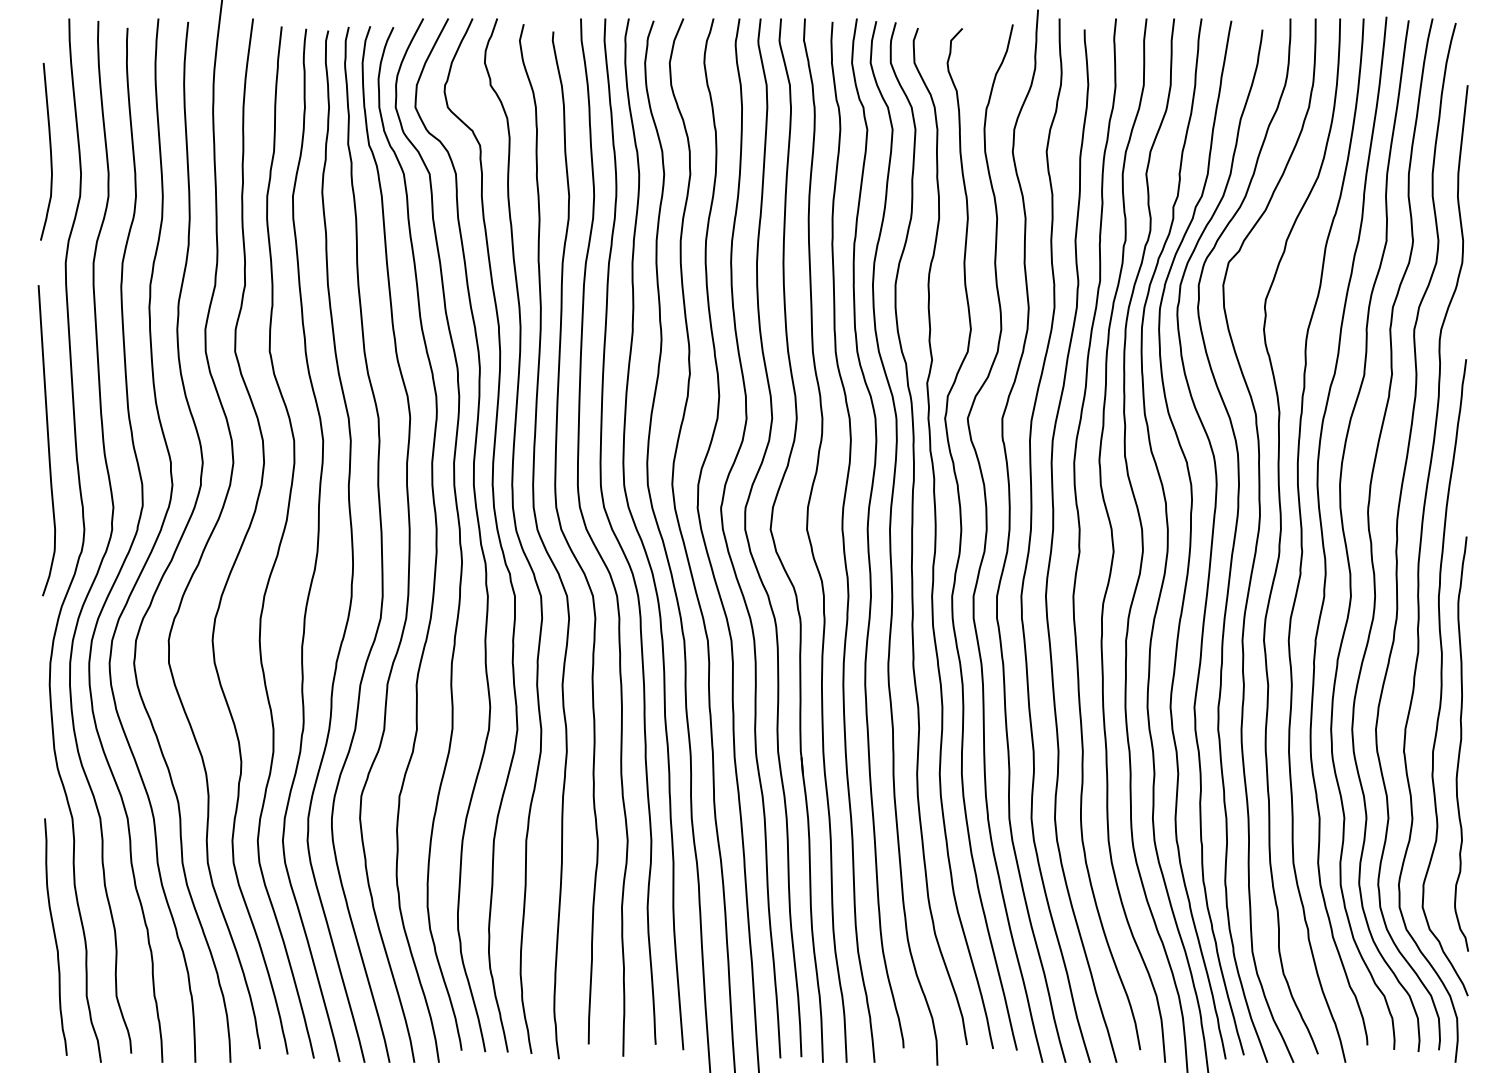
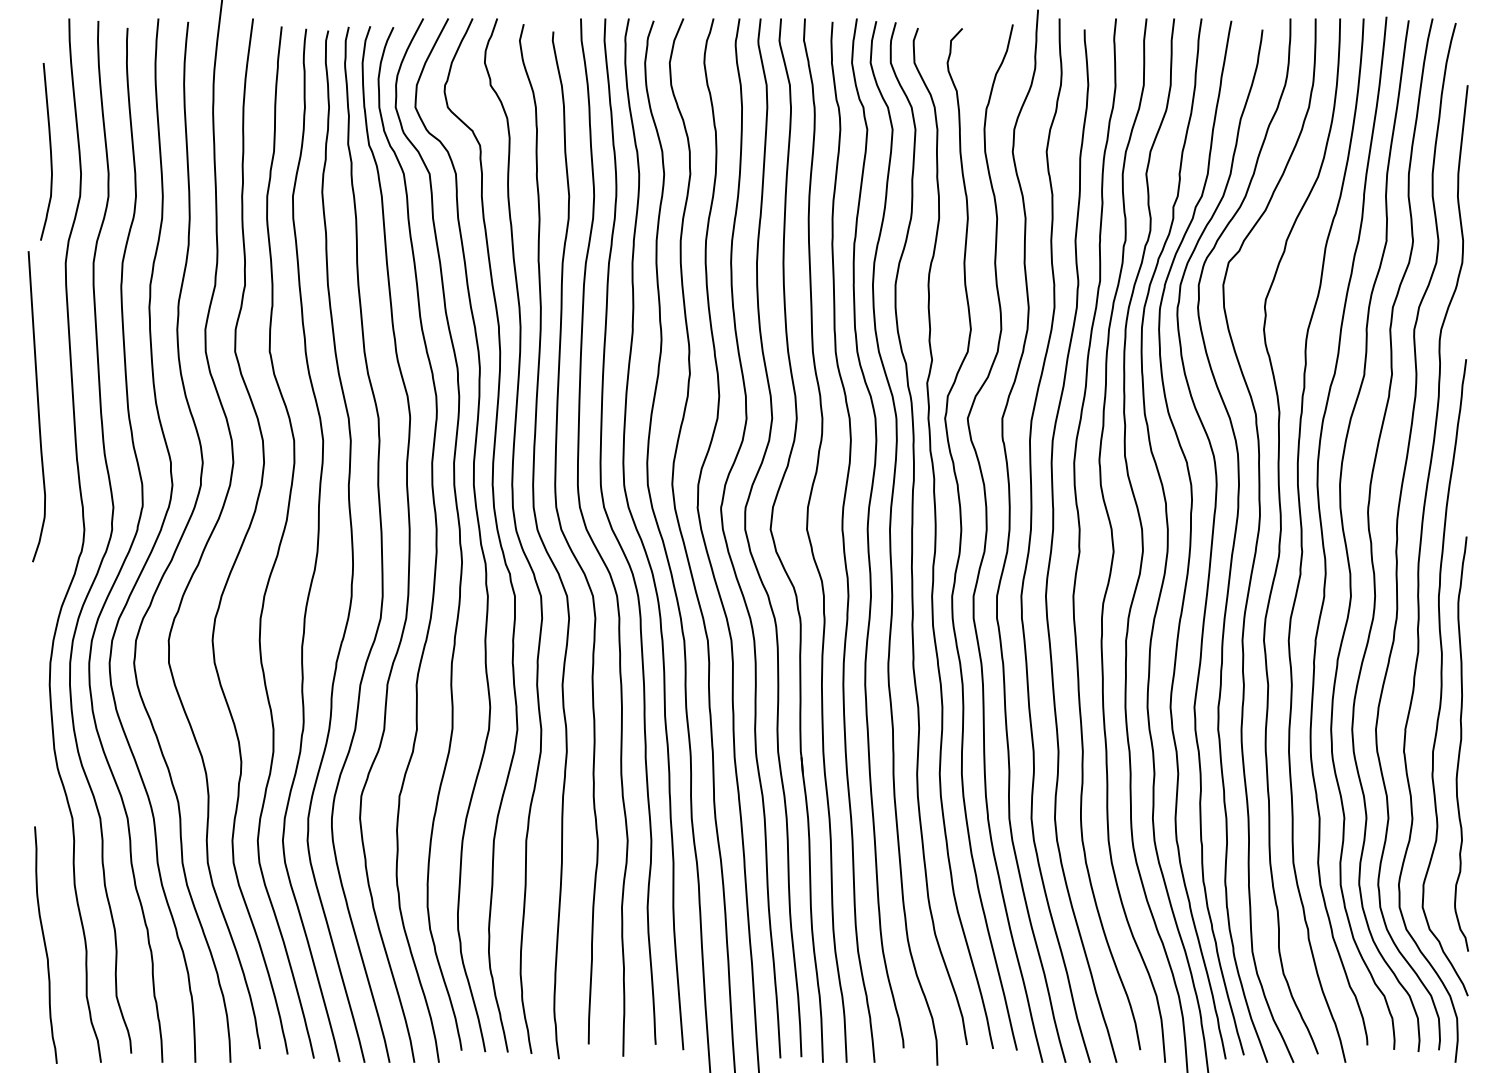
curve at (47, 440) position: (47, 440) -> (37, 406)
curve at (55, 936) position: (55, 936) -> (45, 944)
